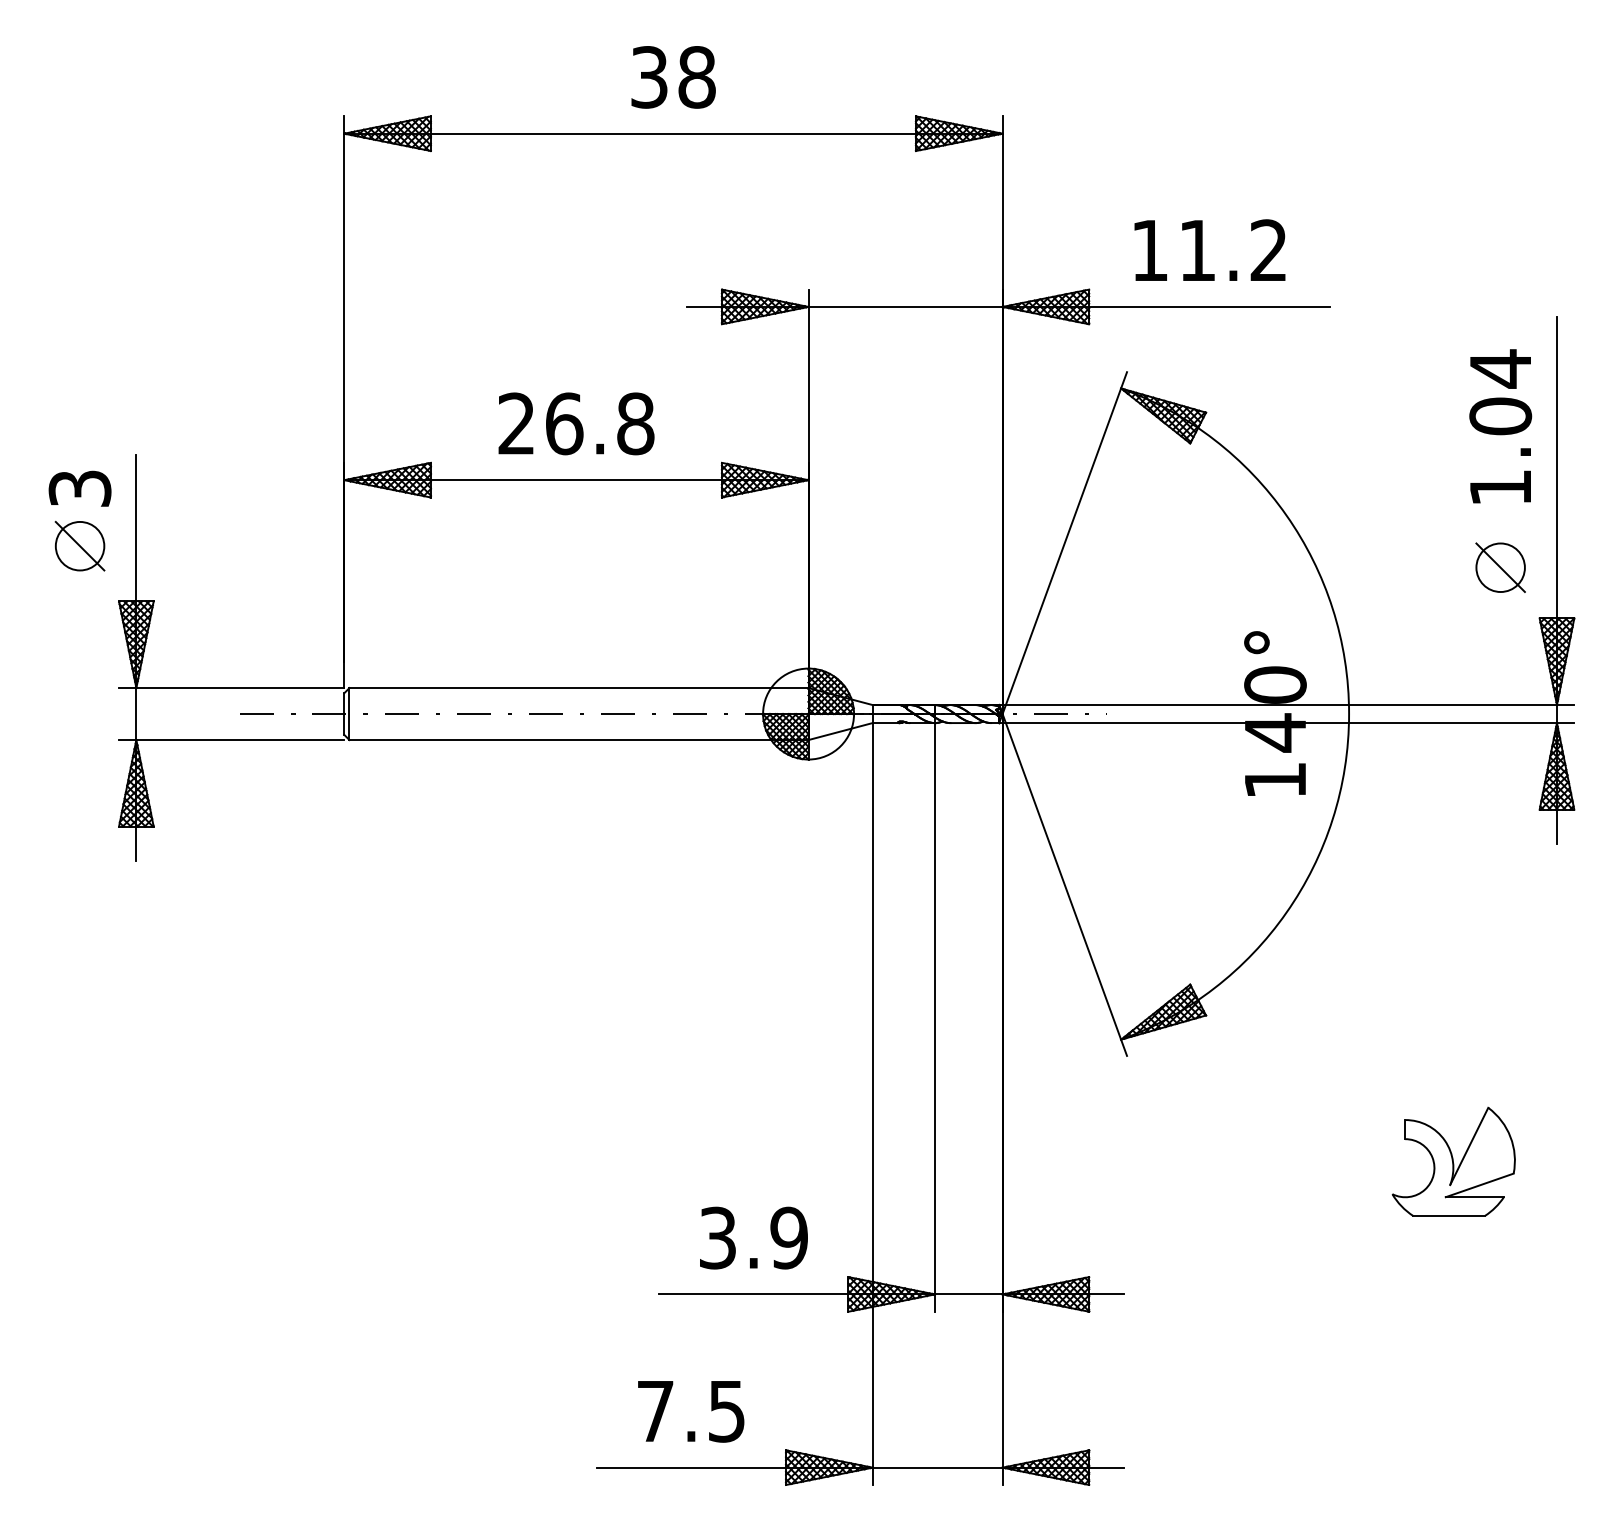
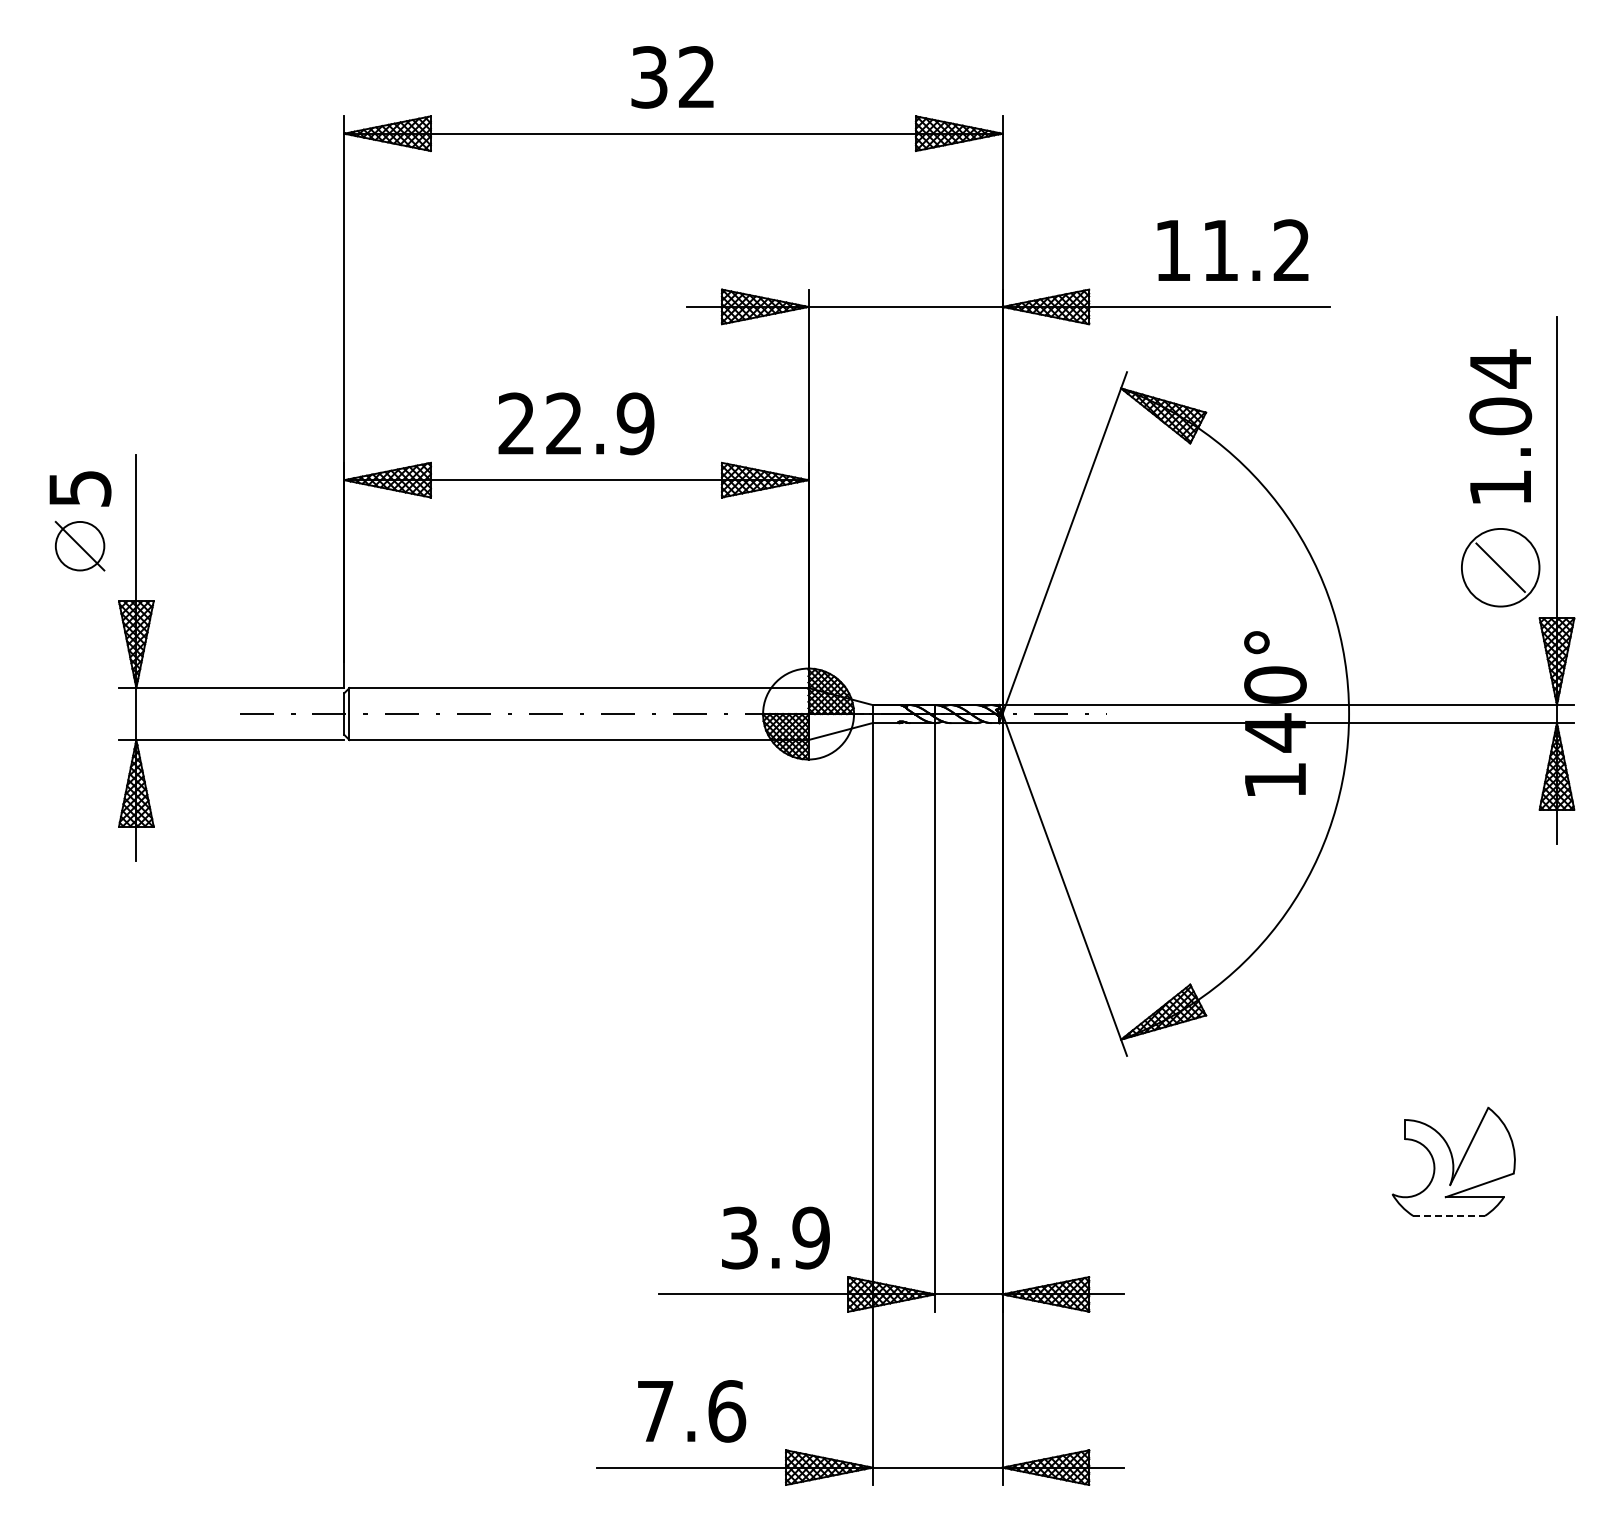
text at (696, 77): 38 -> 32
text at (1209, 249) position: (1209, 249) -> (1232, 249)
text at (600, 423): 26.8 -> 22.9
text at (79, 488): 3 -> 5
circle at (1500, 567) diameter: 49 px -> 78 px
line at (1449, 1215): solid -> dashed
text at (753, 1237) position: (753, 1237) -> (775, 1237)
text at (727, 1411): 7.5 -> 7.6
